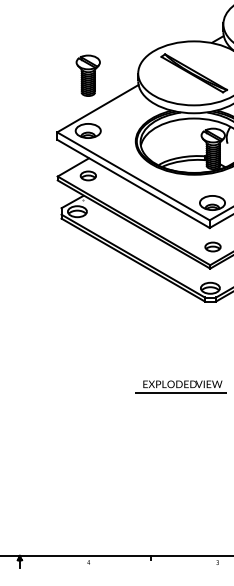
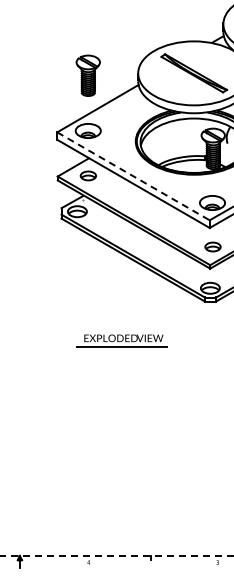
line at (133, 176): solid -> dashed
part at (180, 386) position: (180, 386) -> (121, 340)
line at (116, 556): solid -> dashed
